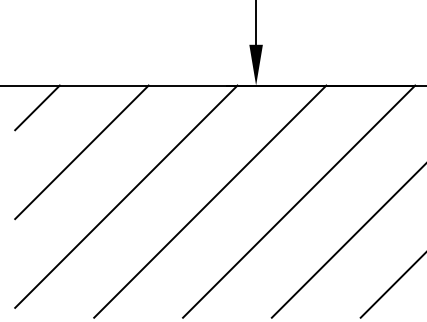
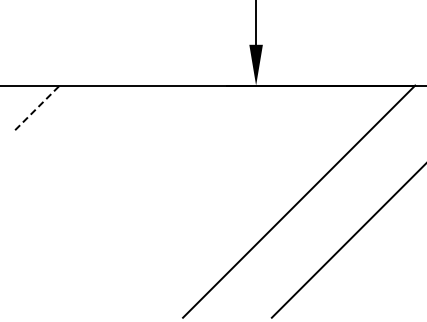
line at (37, 107): solid -> dashed
line at (81, 152): present -> none
line at (126, 196): present -> none
line at (210, 201): present -> none
line at (391, 285): present -> none
